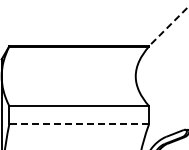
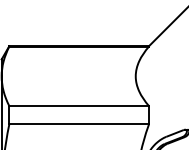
line at (168, 26): dashed -> solid
line at (79, 124): dashed -> solid
